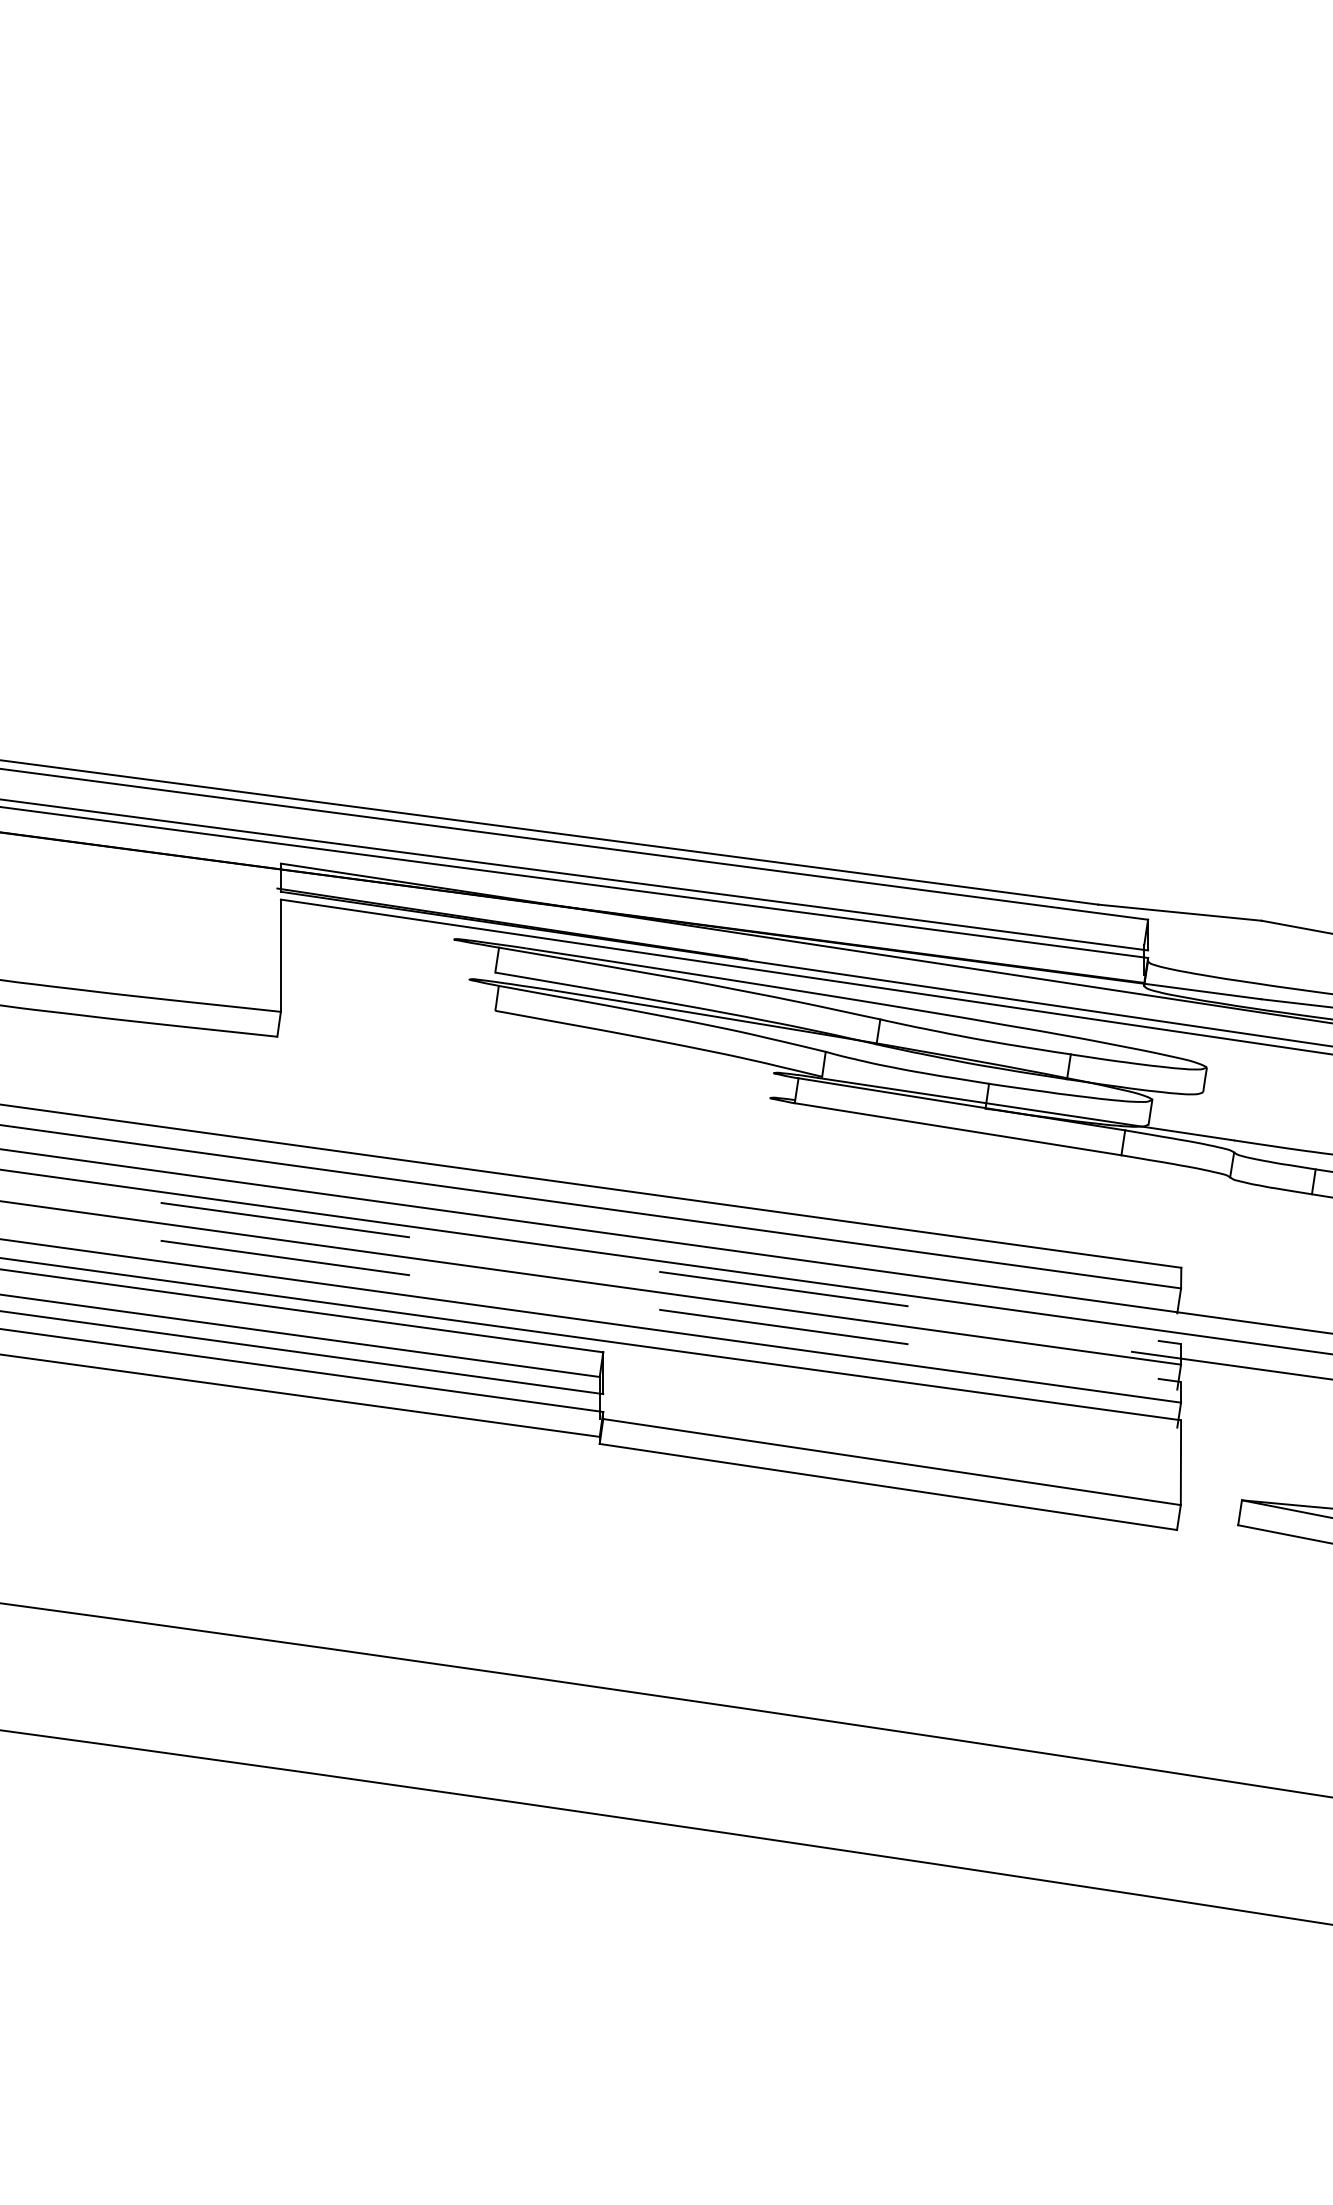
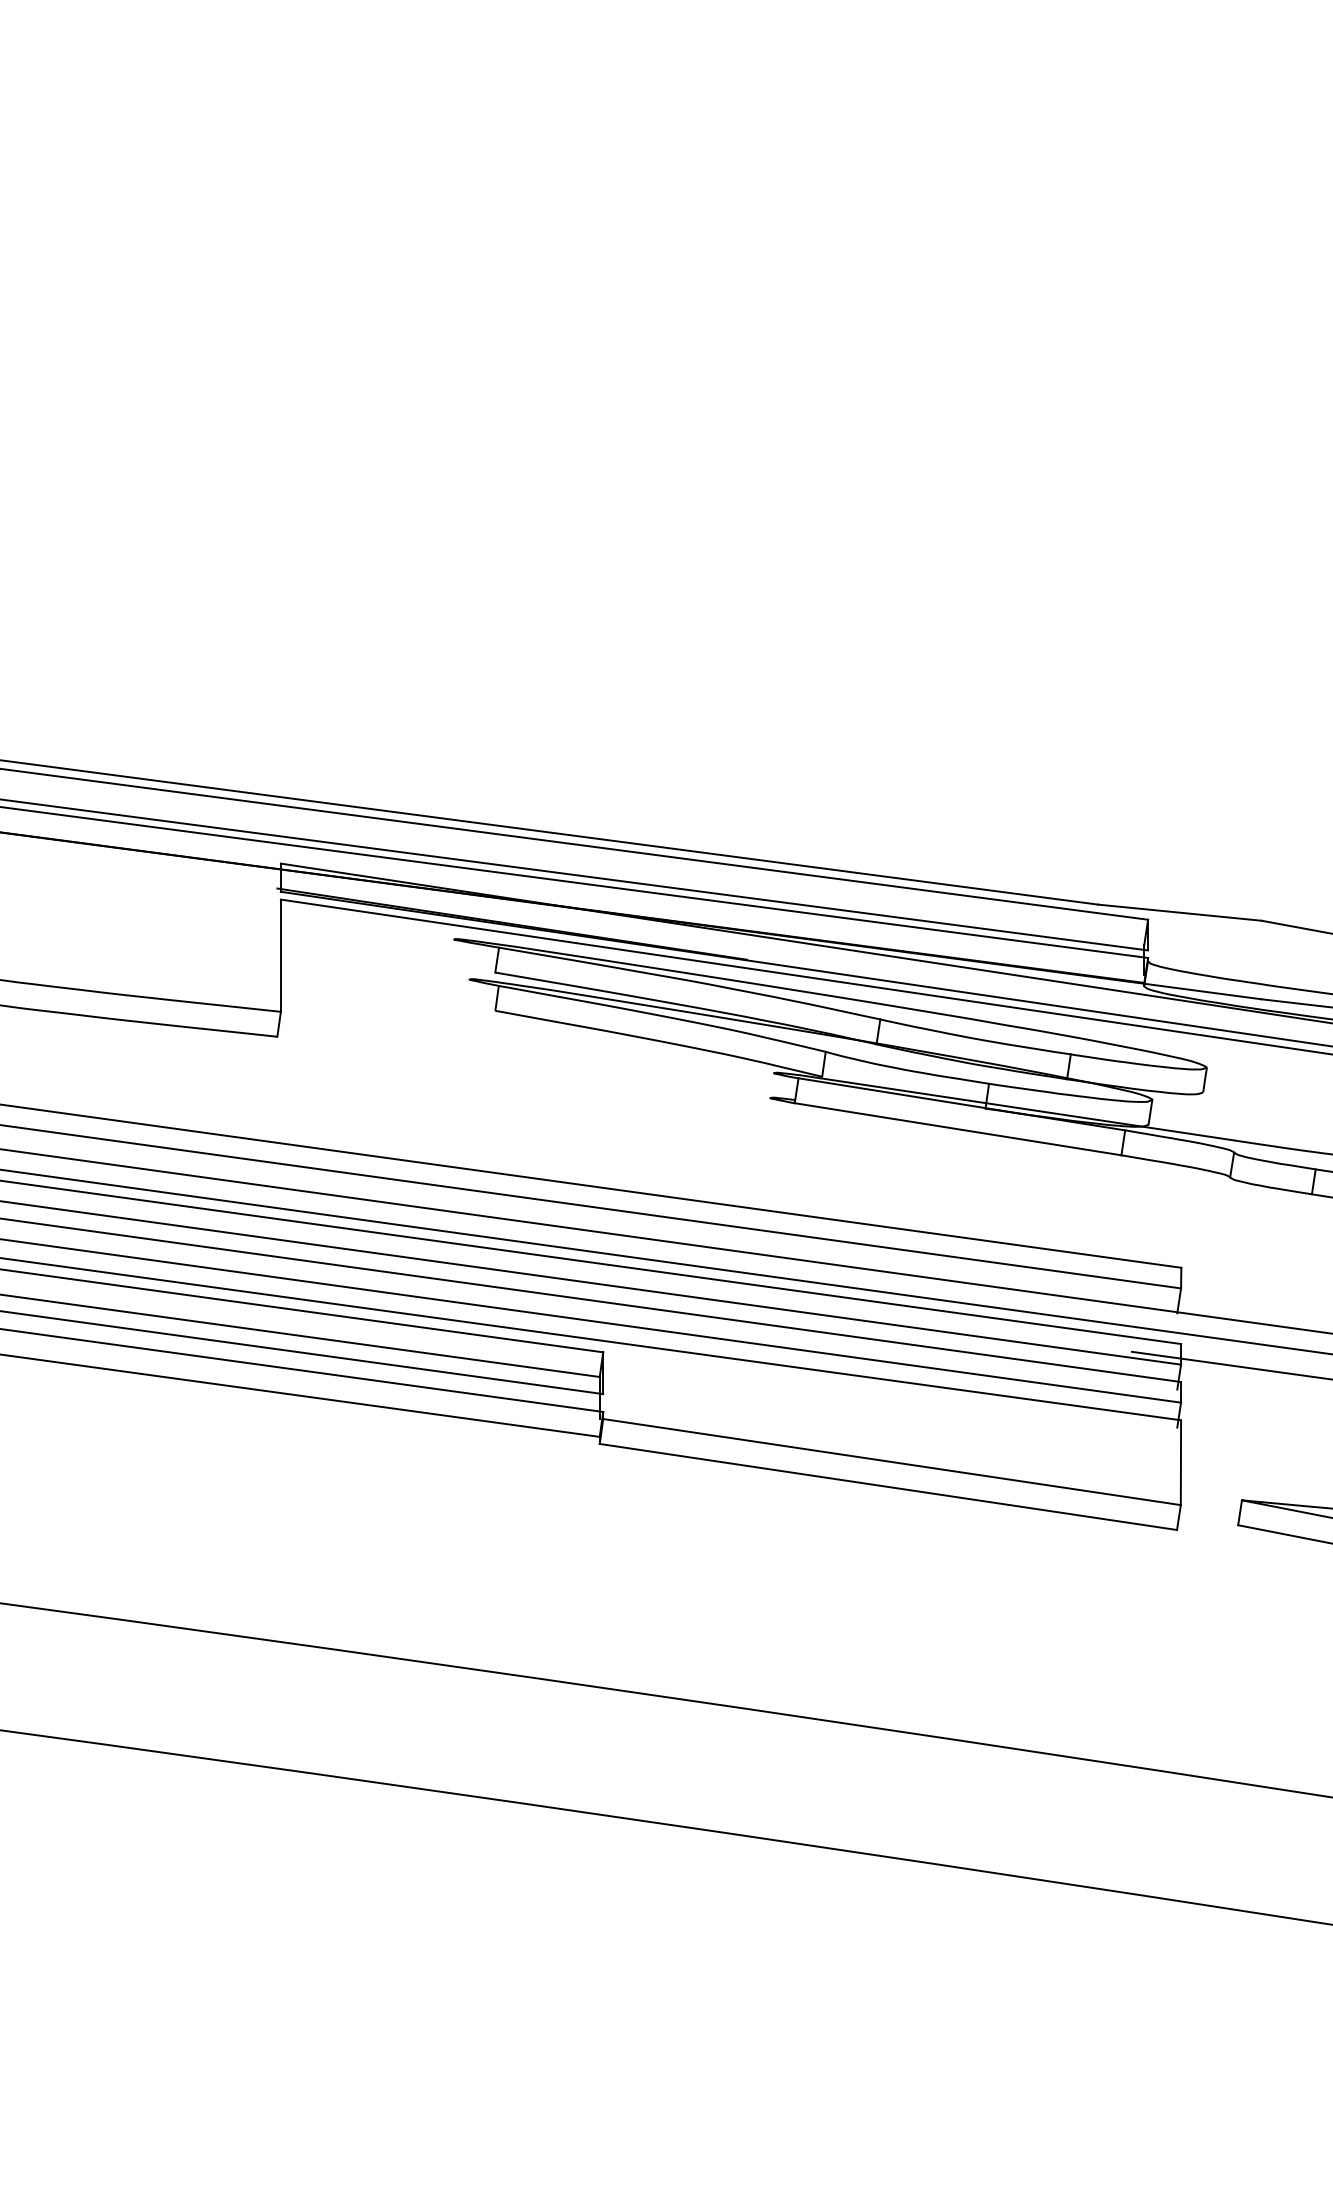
line at (590, 1262): dashed -> solid
line at (590, 1300): dashed -> solid
